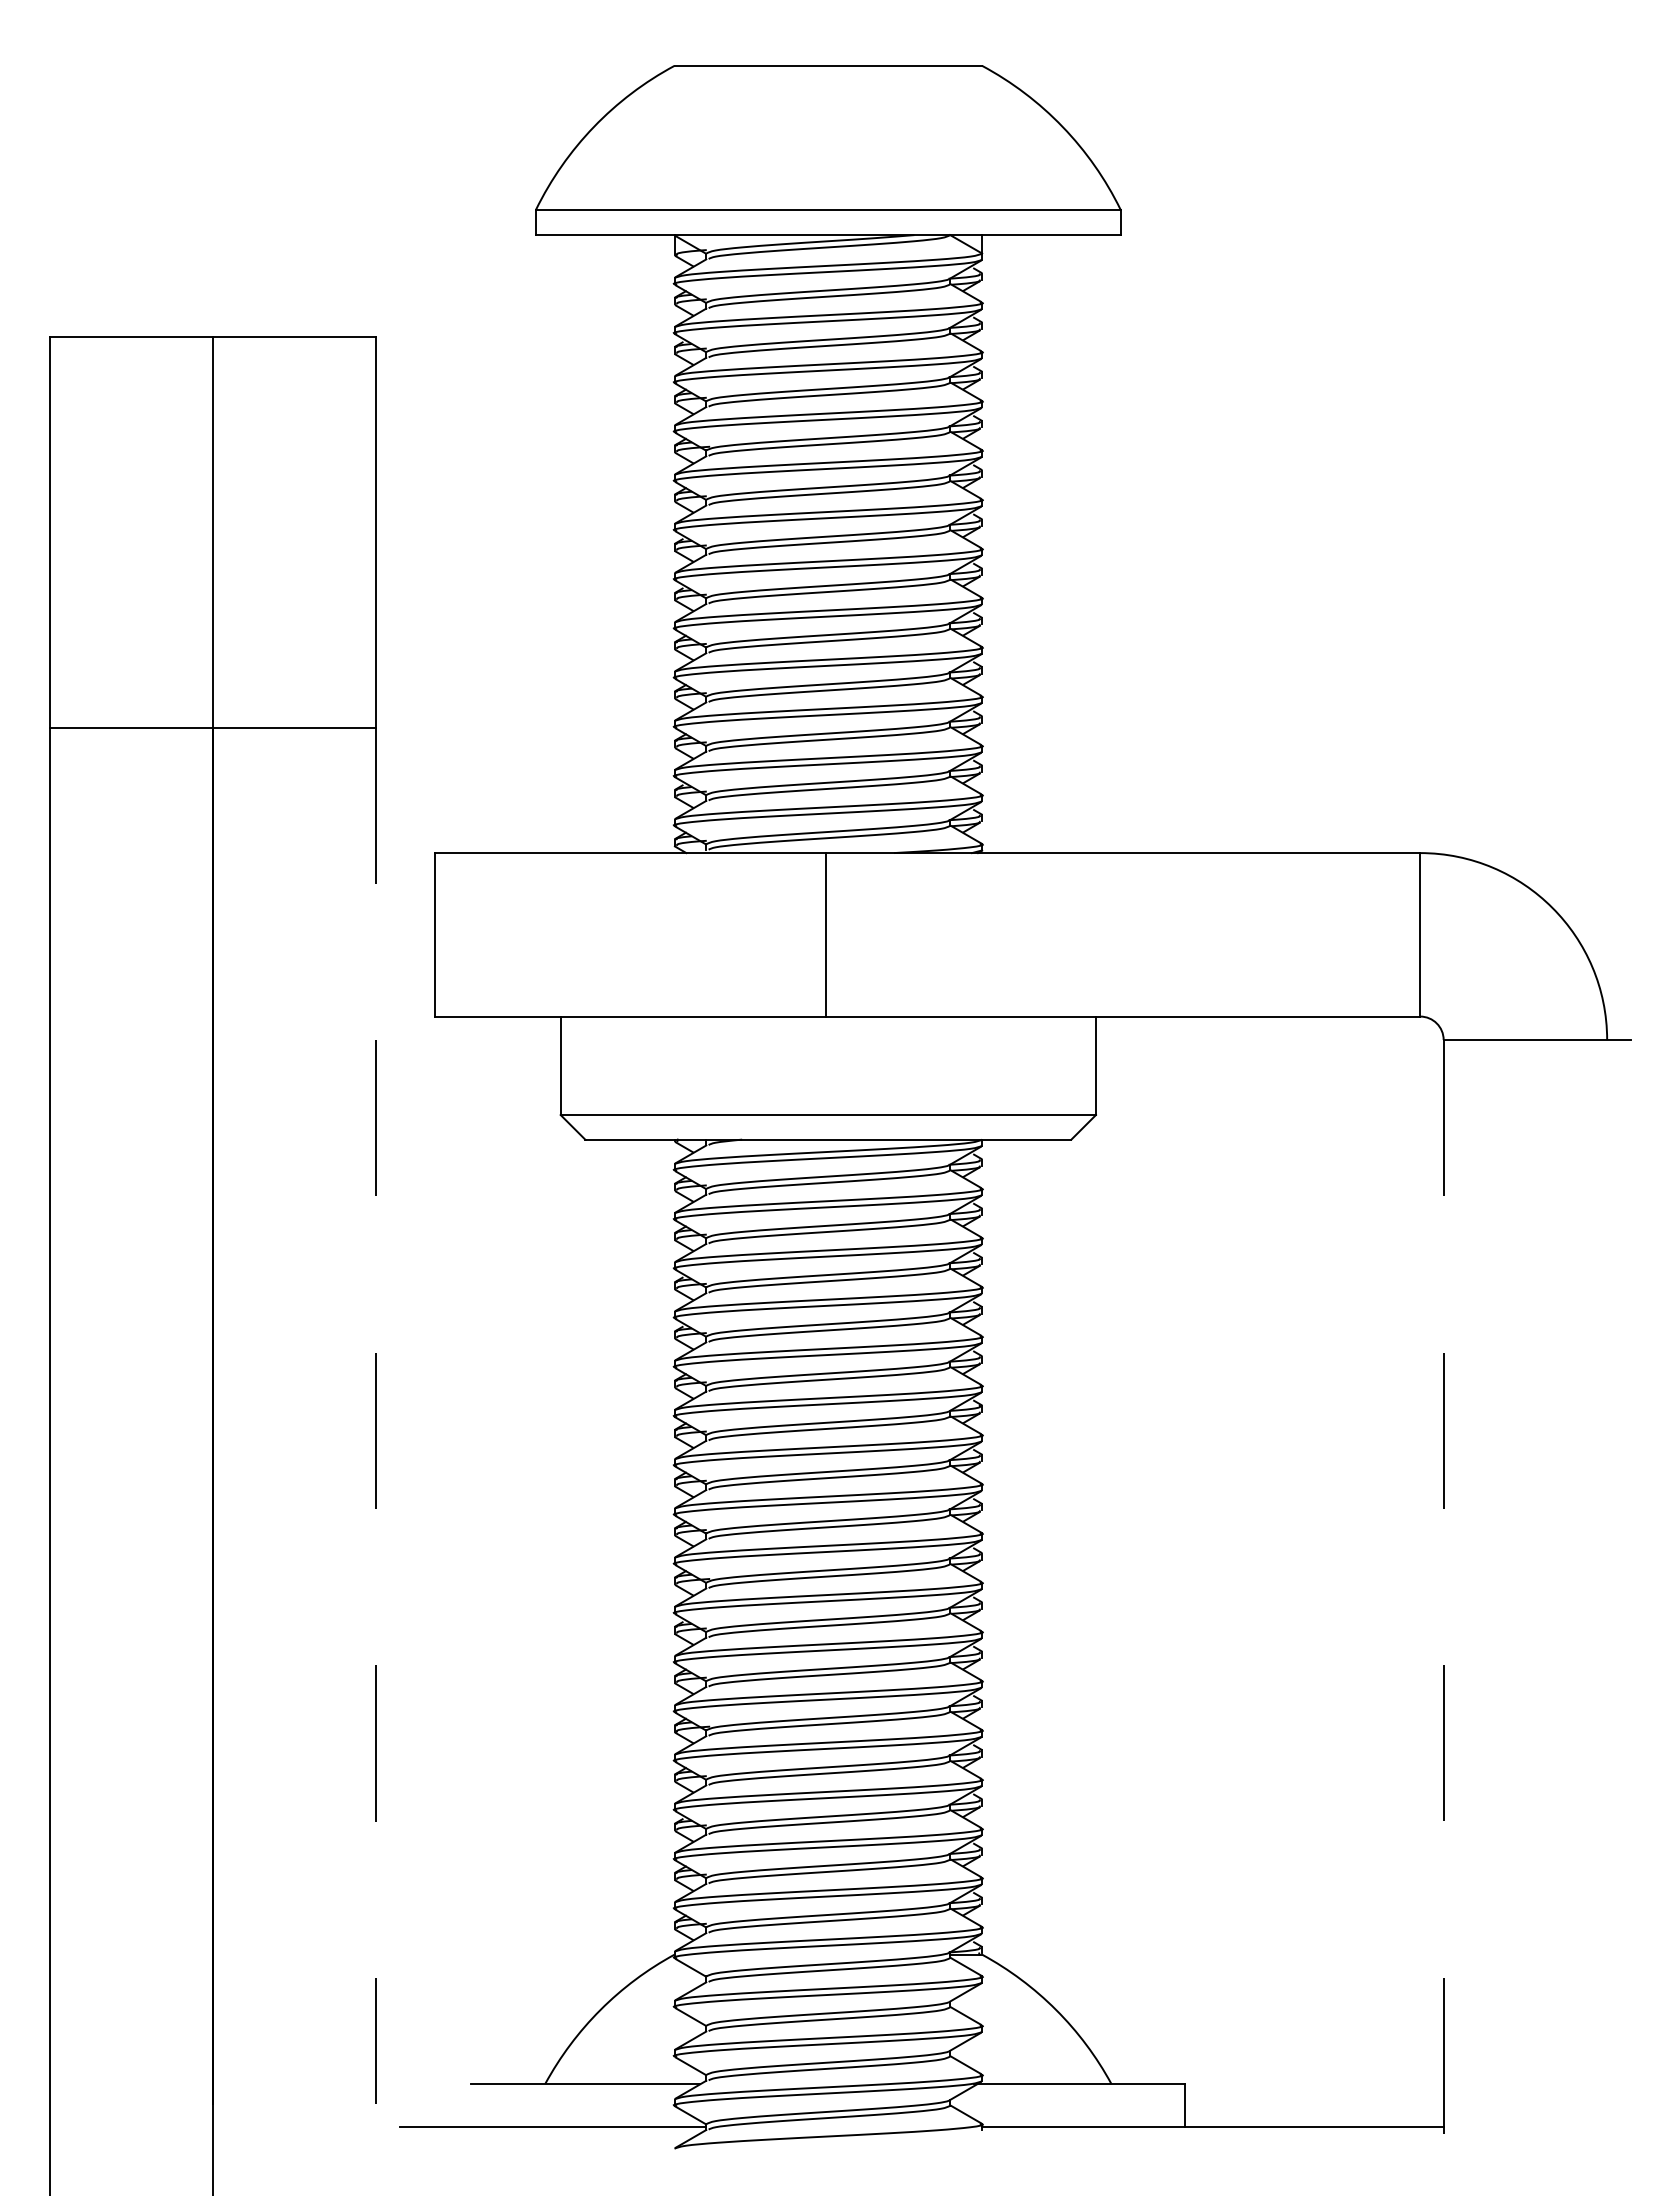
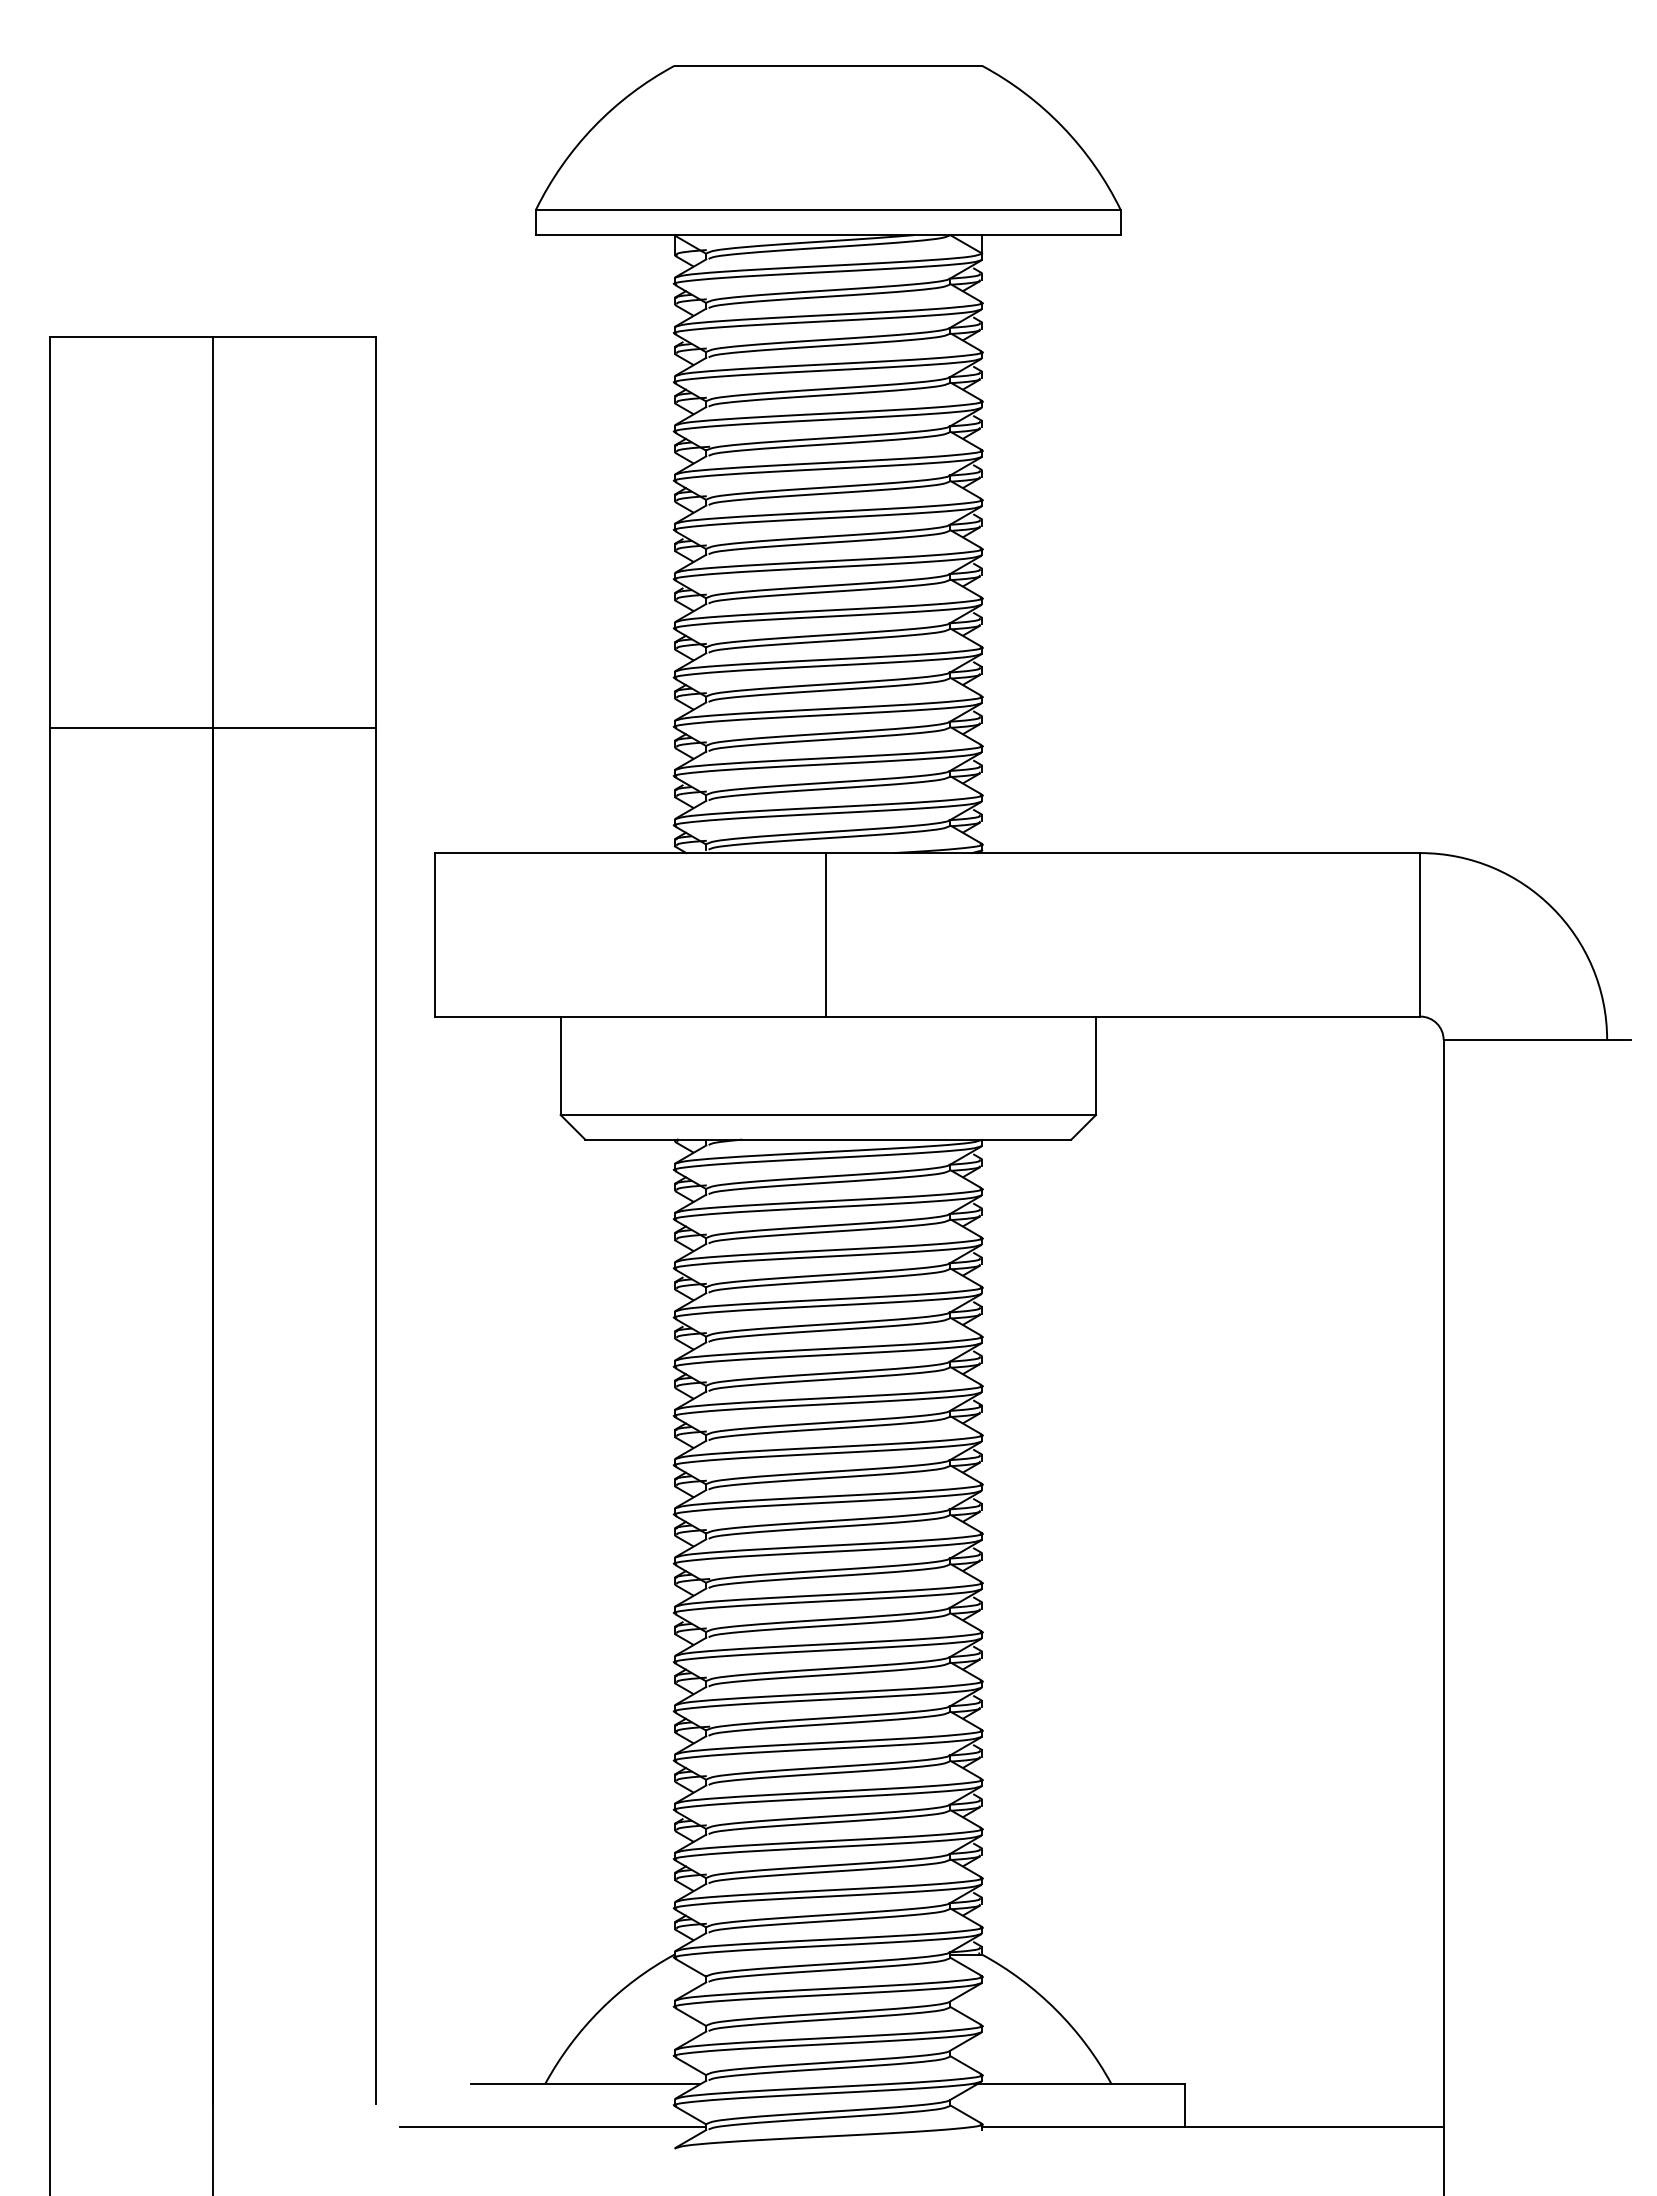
line at (376, 1416): dashed -> solid
line at (1443, 1617): dashed -> solid
